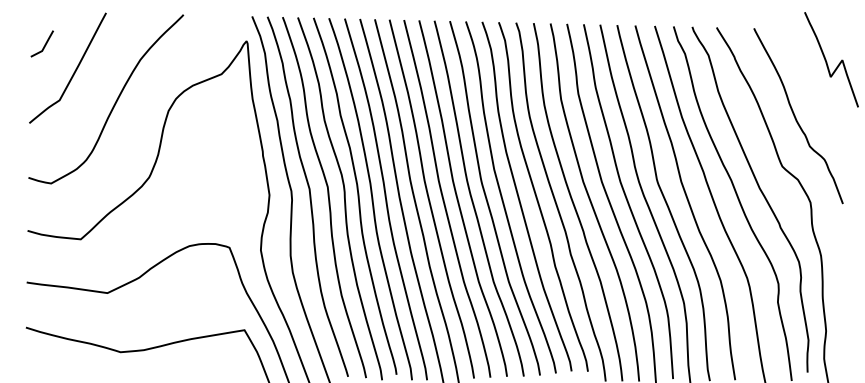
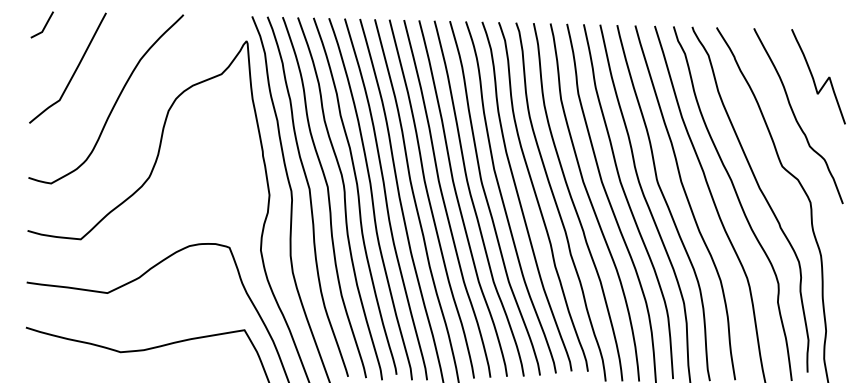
line at (44, 44) position: (44, 44) -> (44, 25)
curve at (826, 59) position: (826, 59) -> (813, 76)
